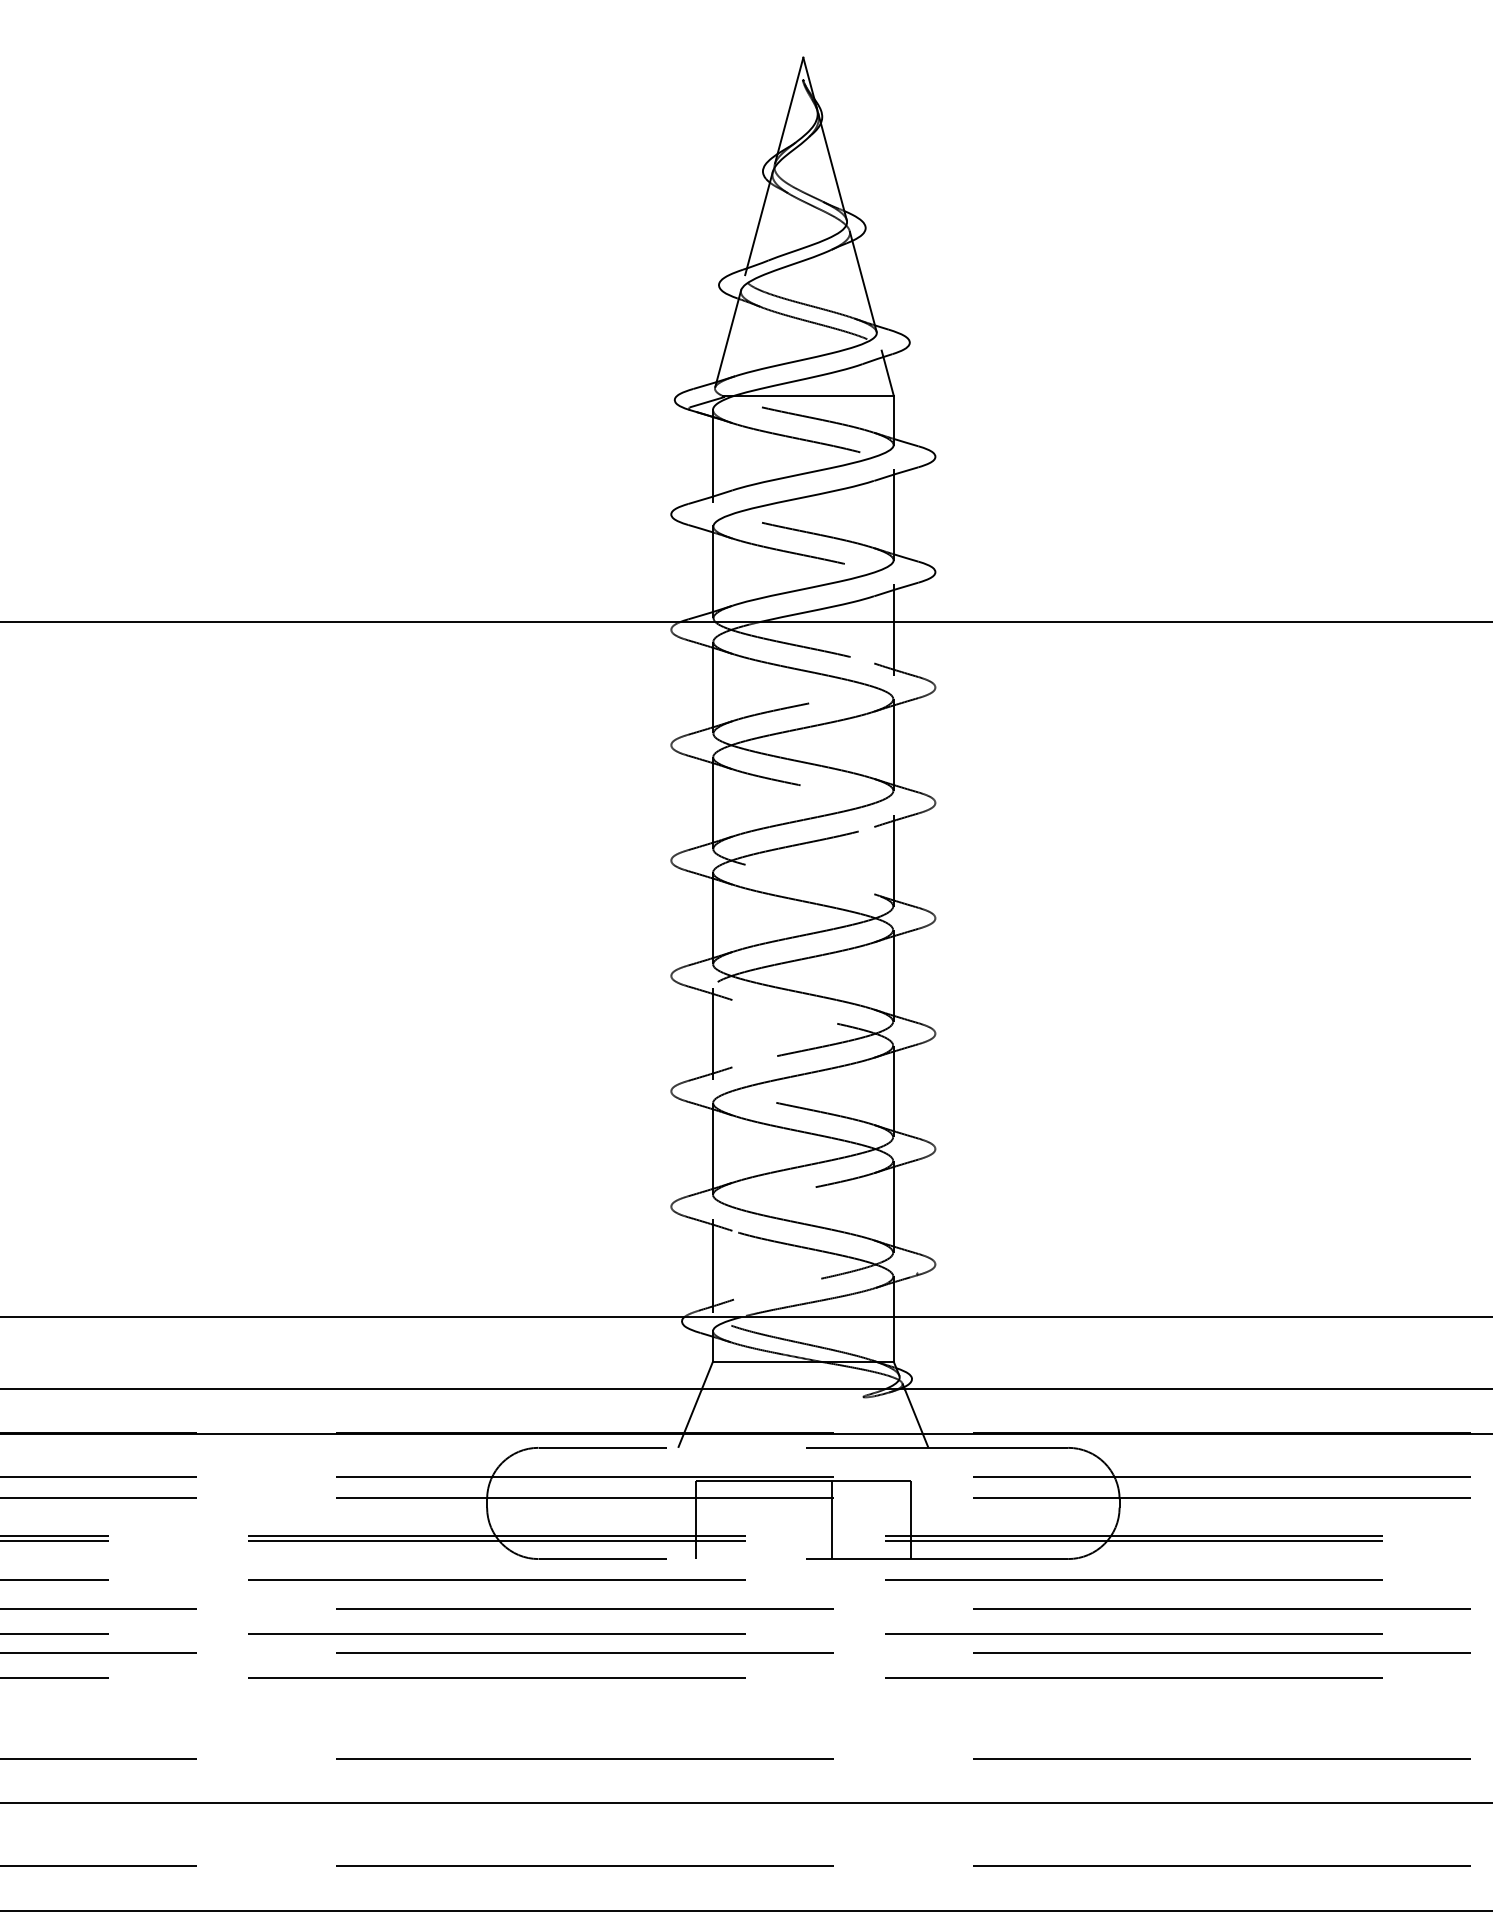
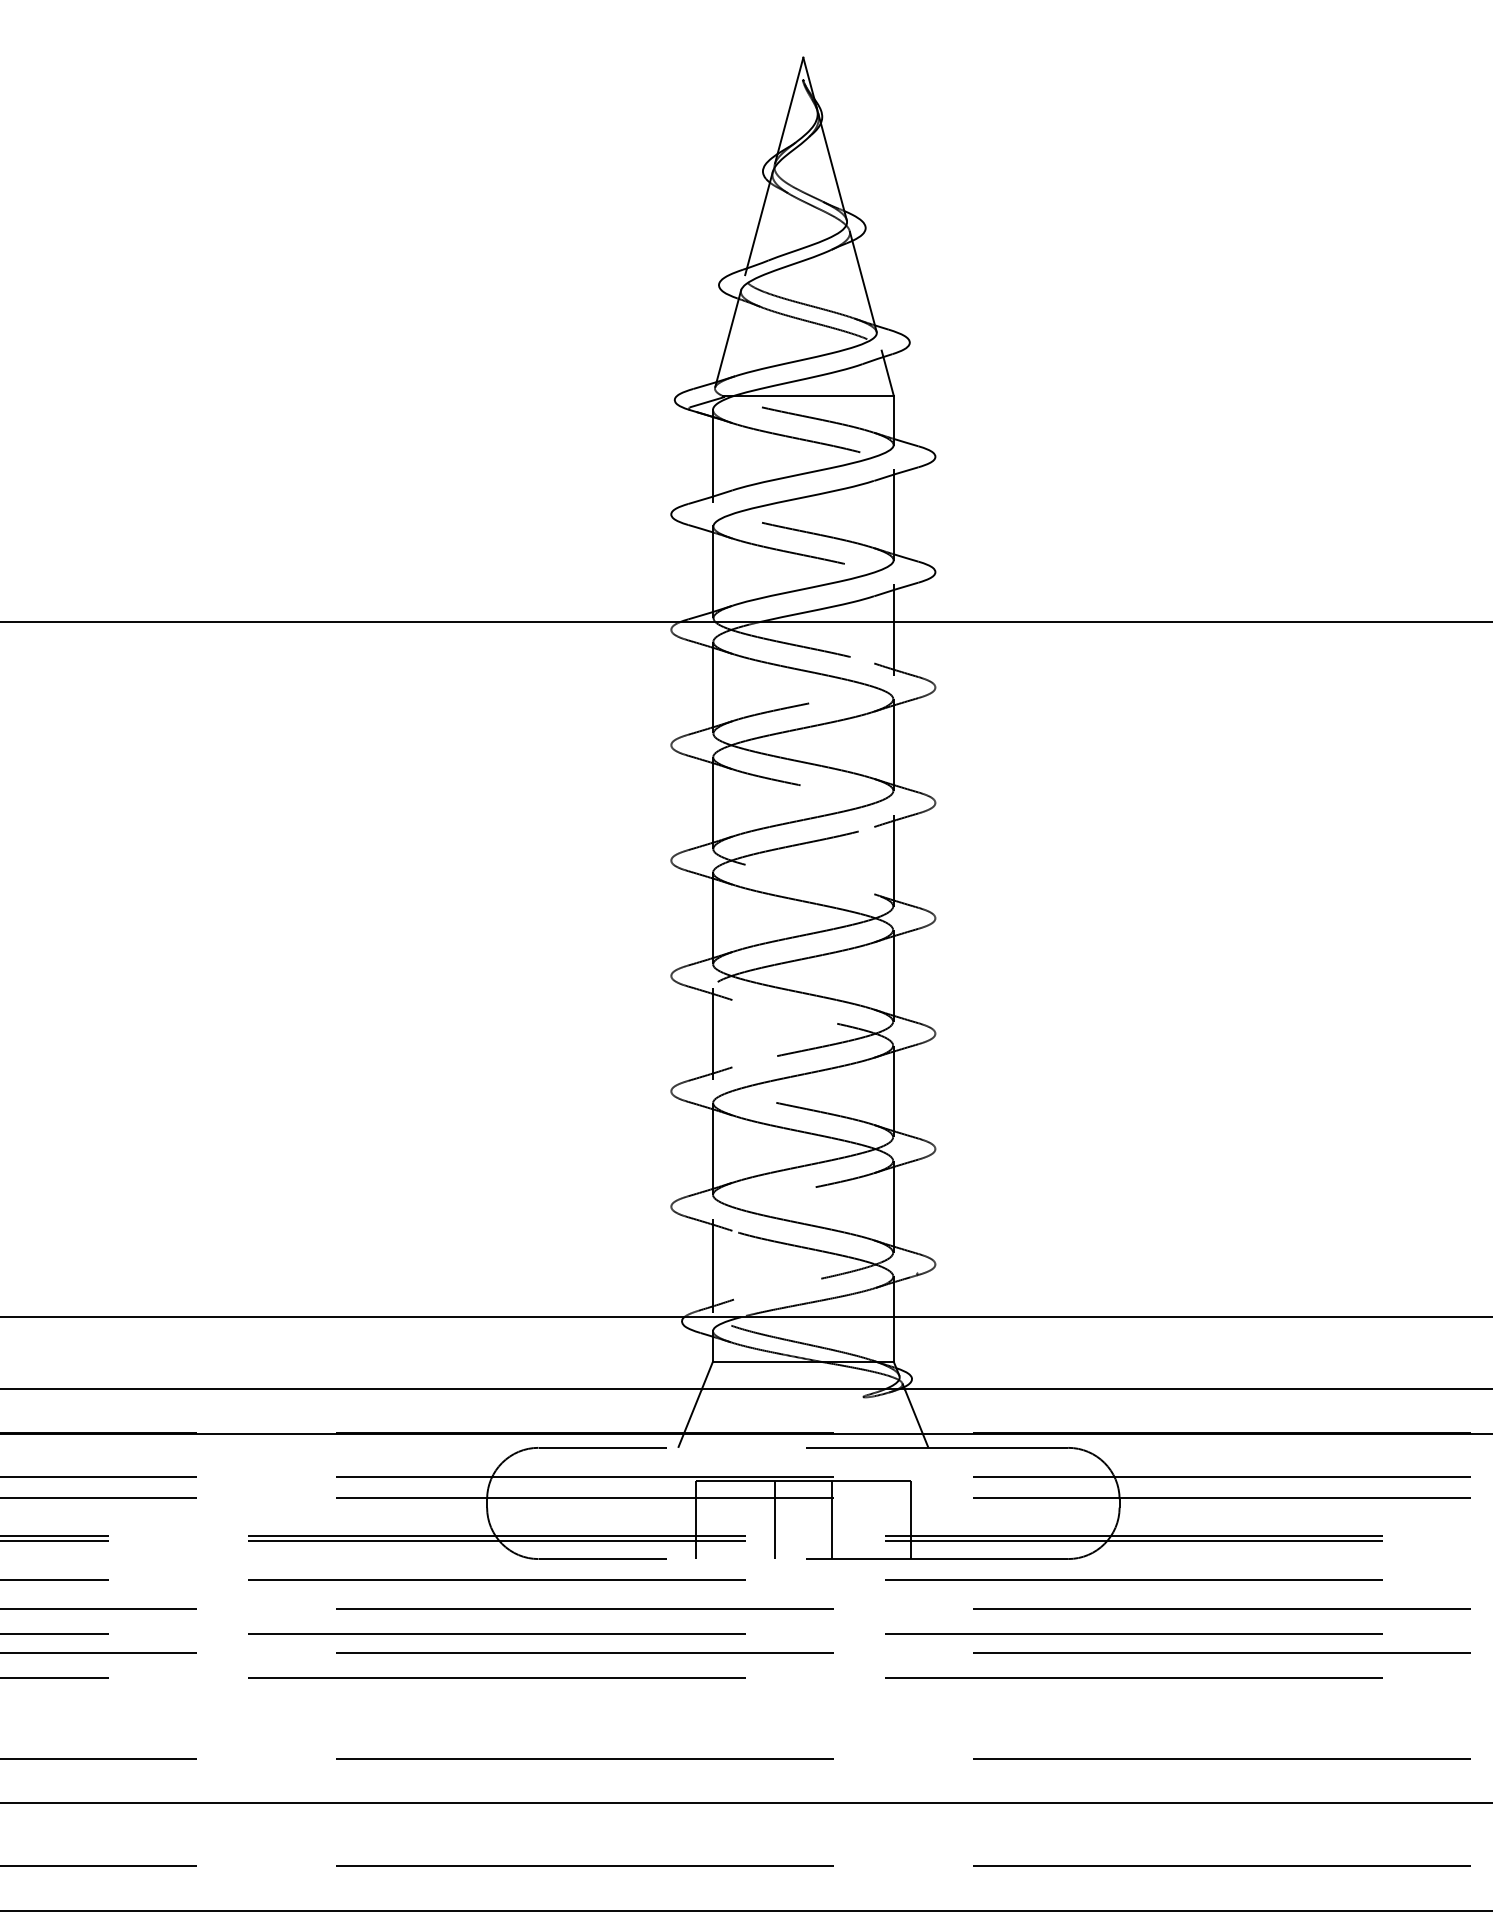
line at (774, 1520): none -> present
